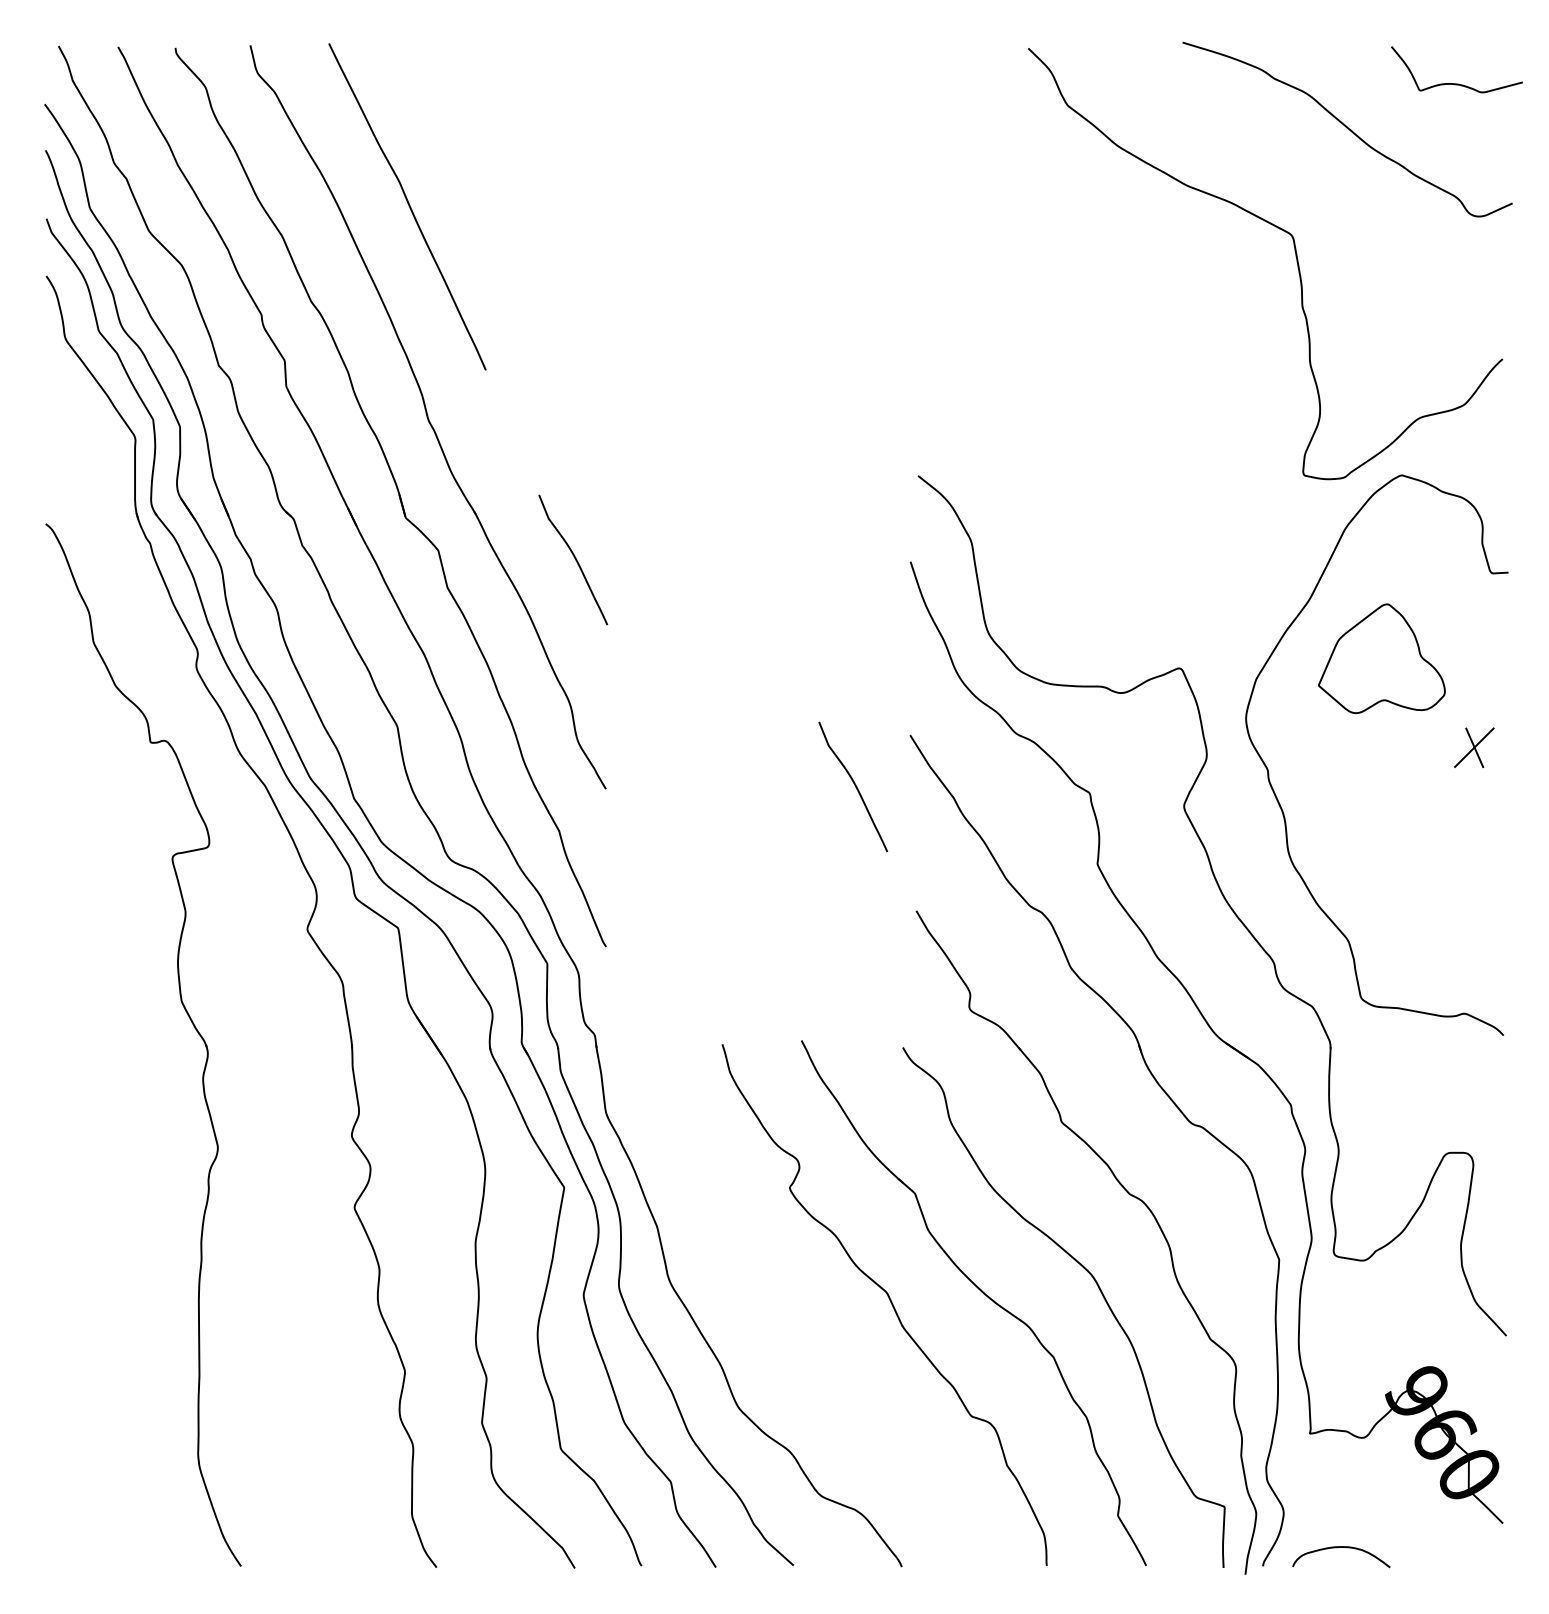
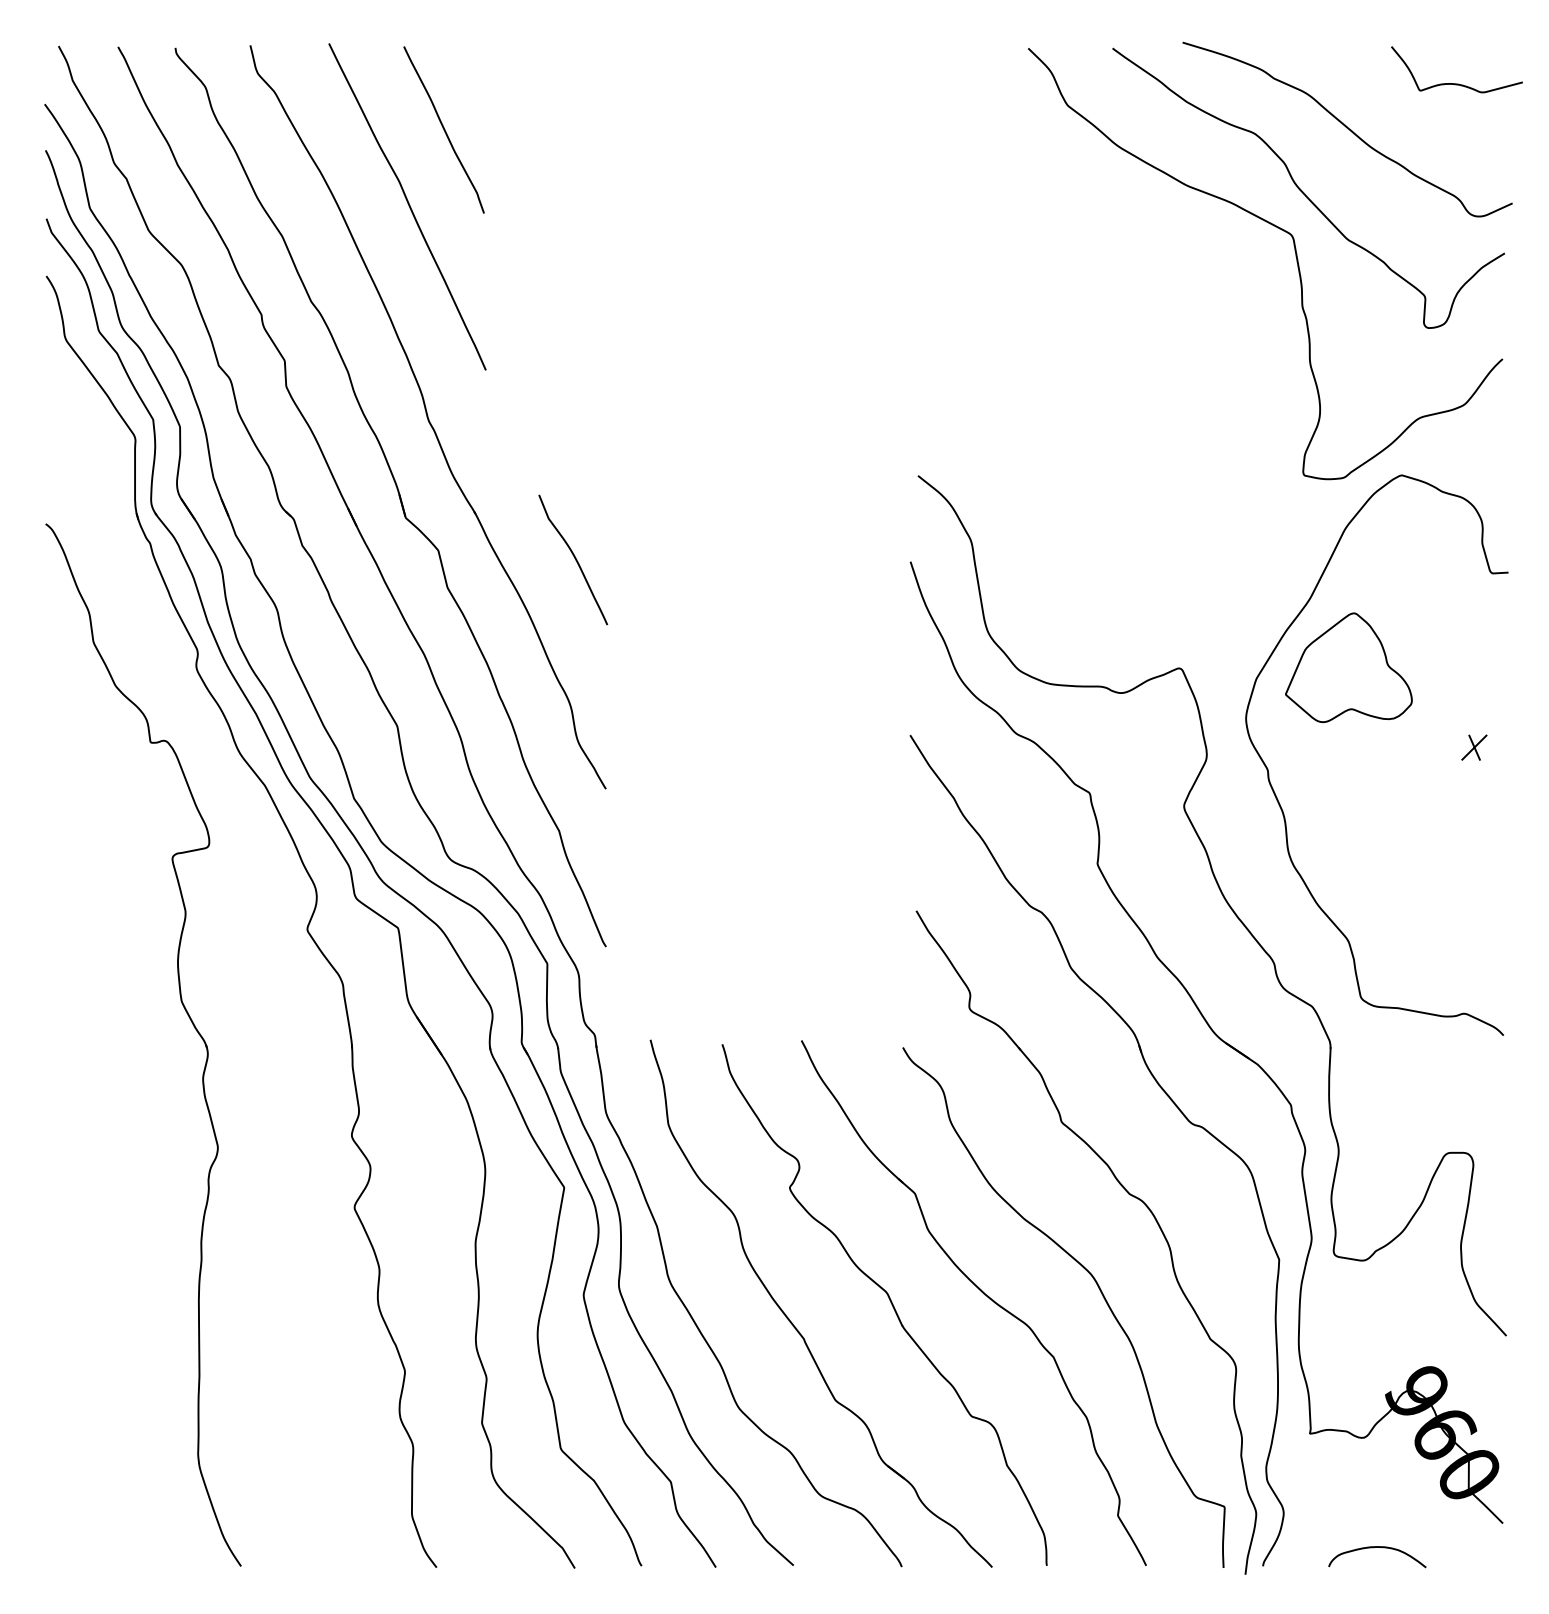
curve at (443, 129): none -> present
curve at (1303, 191): none -> present
part at (1381, 658) position: (1381, 658) -> (1348, 667)
part at (1474, 747) size: 41x41 px -> 27x27 px
curve at (854, 785): present -> none
part at (793, 1323): none -> present
curve at (1337, 1548) position: (1337, 1548) -> (1373, 1548)
